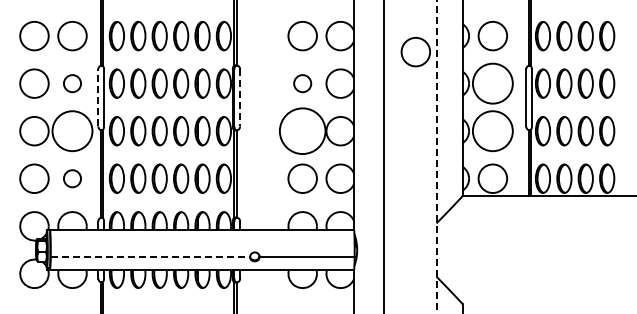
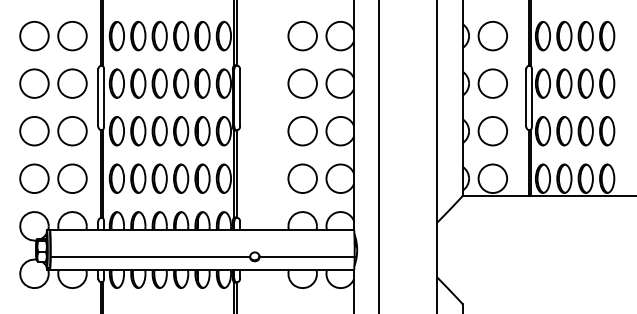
circle at (415, 52): present -> none
circle at (72, 83) diameter: 17 px -> 29 px
circle at (302, 83) diameter: 17 px -> 29 px
circle at (492, 83) diameter: 40 px -> 29 px
line at (98, 97): dashed -> solid
line at (240, 97): dashed -> solid
circle at (72, 131) diameter: 40 px -> 29 px
circle at (302, 131) diameter: 46 px -> 29 px
circle at (492, 131) diameter: 40 px -> 29 px
line at (384, 156) position: (384, 156) -> (379, 156)
line at (436, 157): dashed -> solid
circle at (72, 178) diameter: 17 px -> 29 px
line at (150, 257): dashed -> solid
